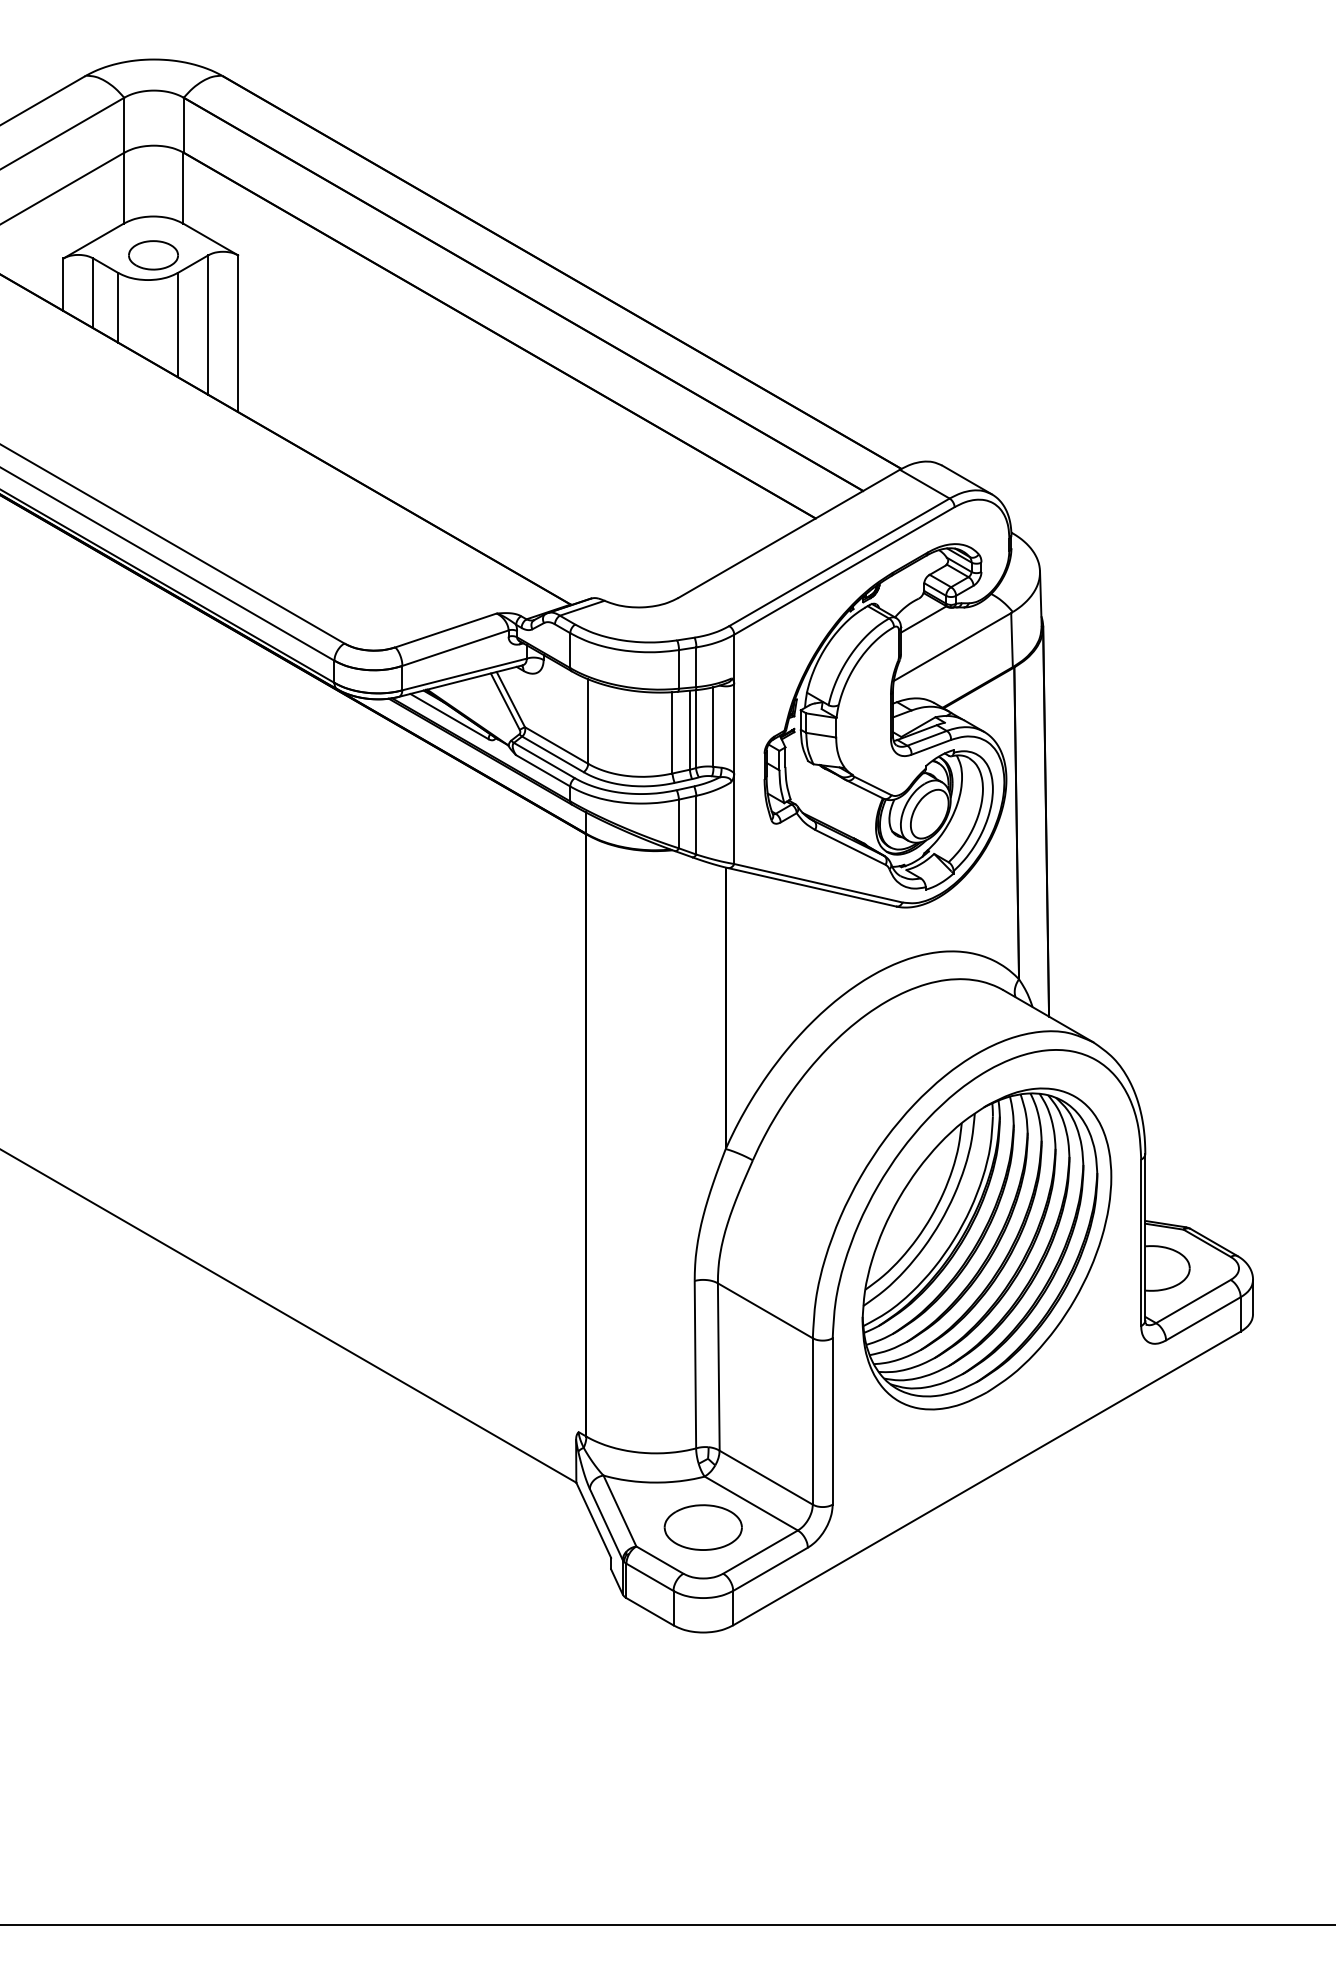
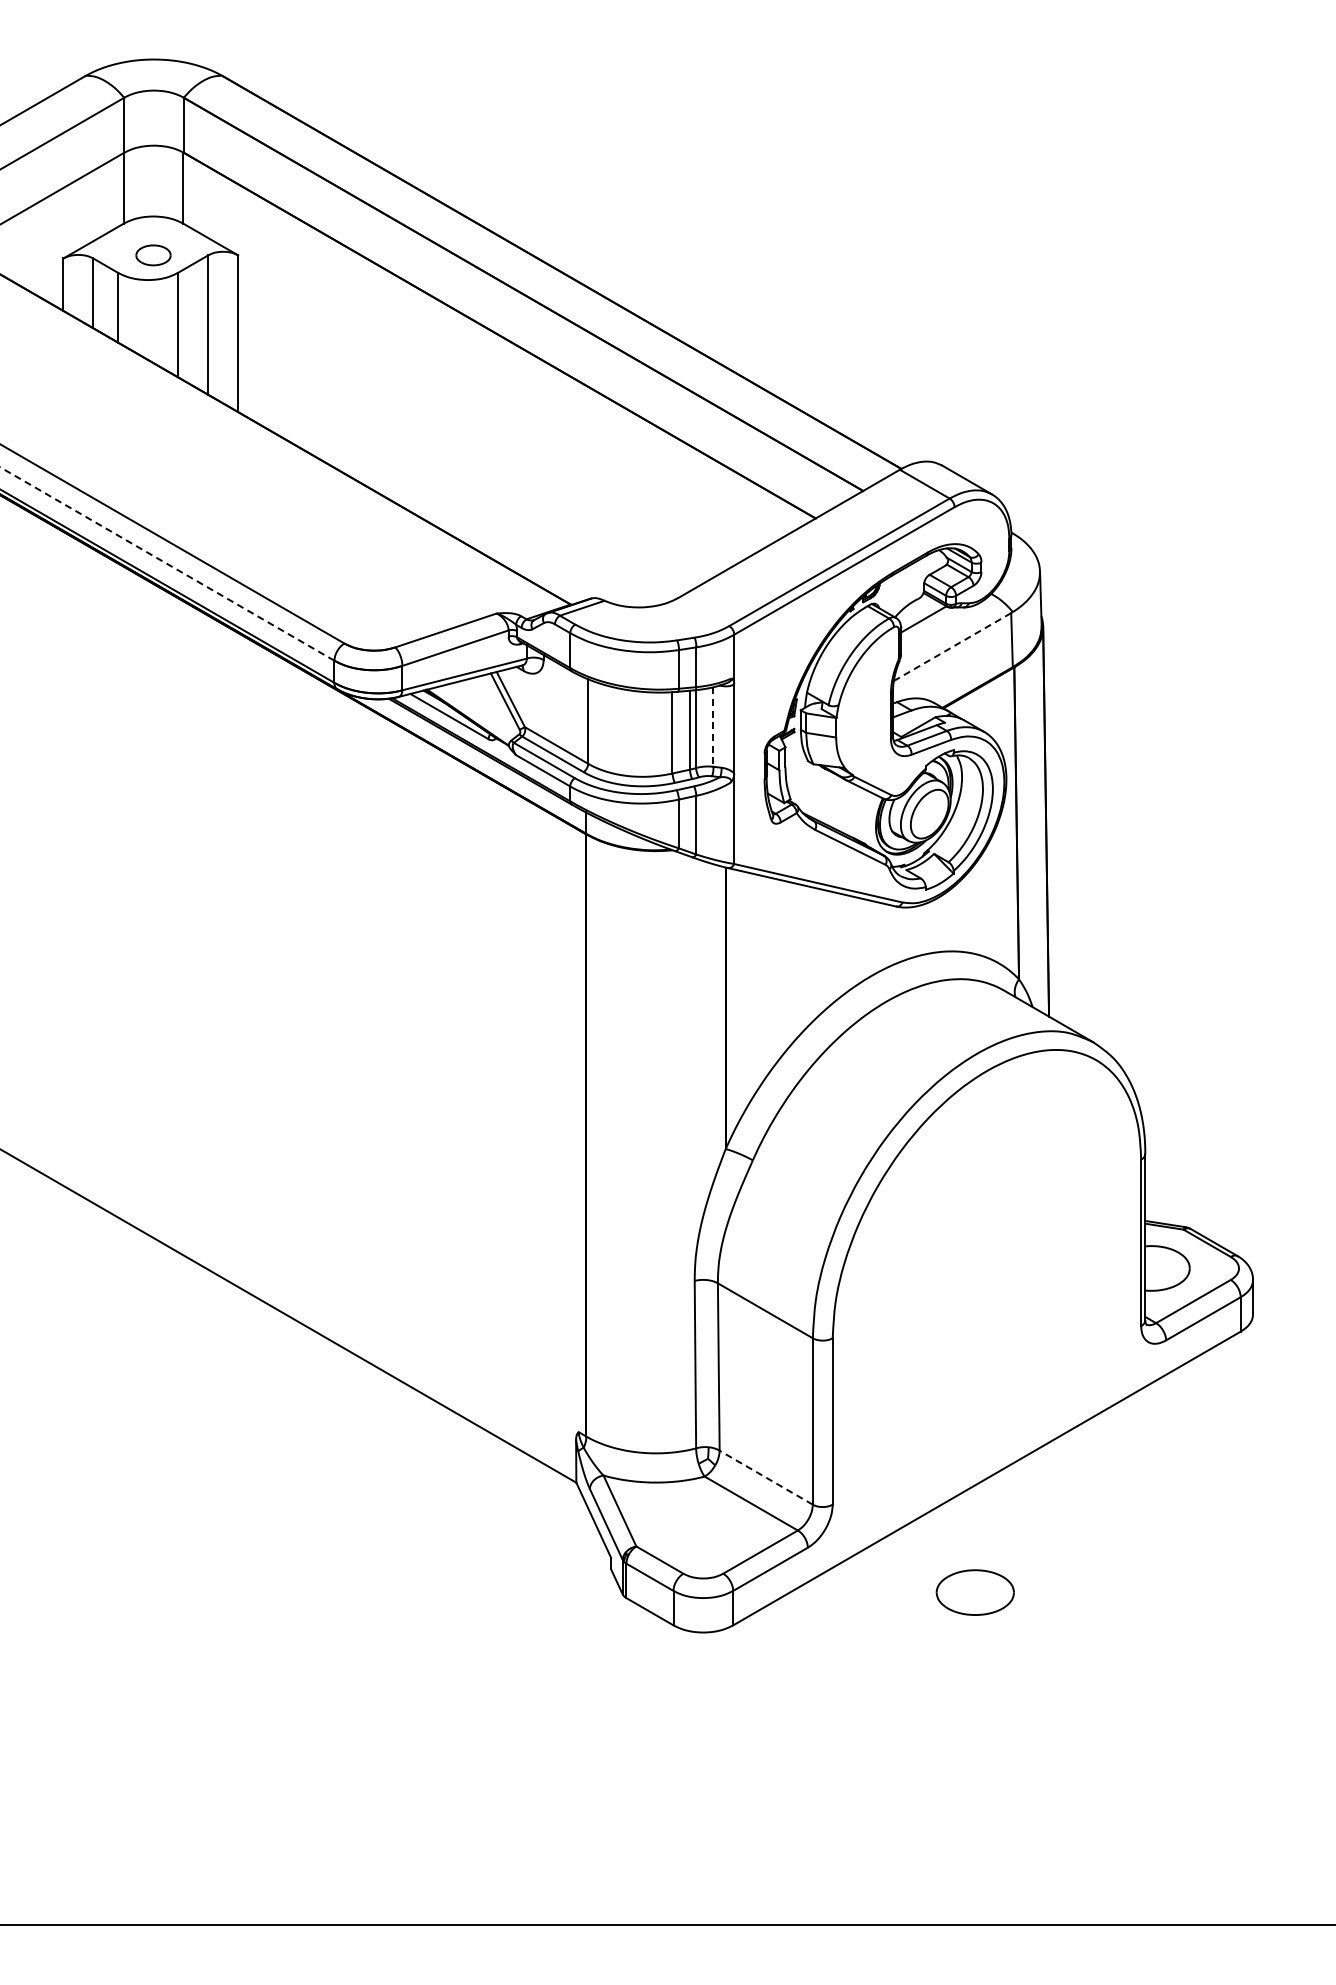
part at (153, 255) size: 51x31 px -> 37x23 px
line at (167, 564): solid -> dashed
line at (952, 647): solid -> dashed
line at (713, 727): solid -> dashed
part at (986, 1248): present -> none
line at (766, 1477): solid -> dashed
part at (702, 1527) position: (702, 1527) -> (974, 1592)
